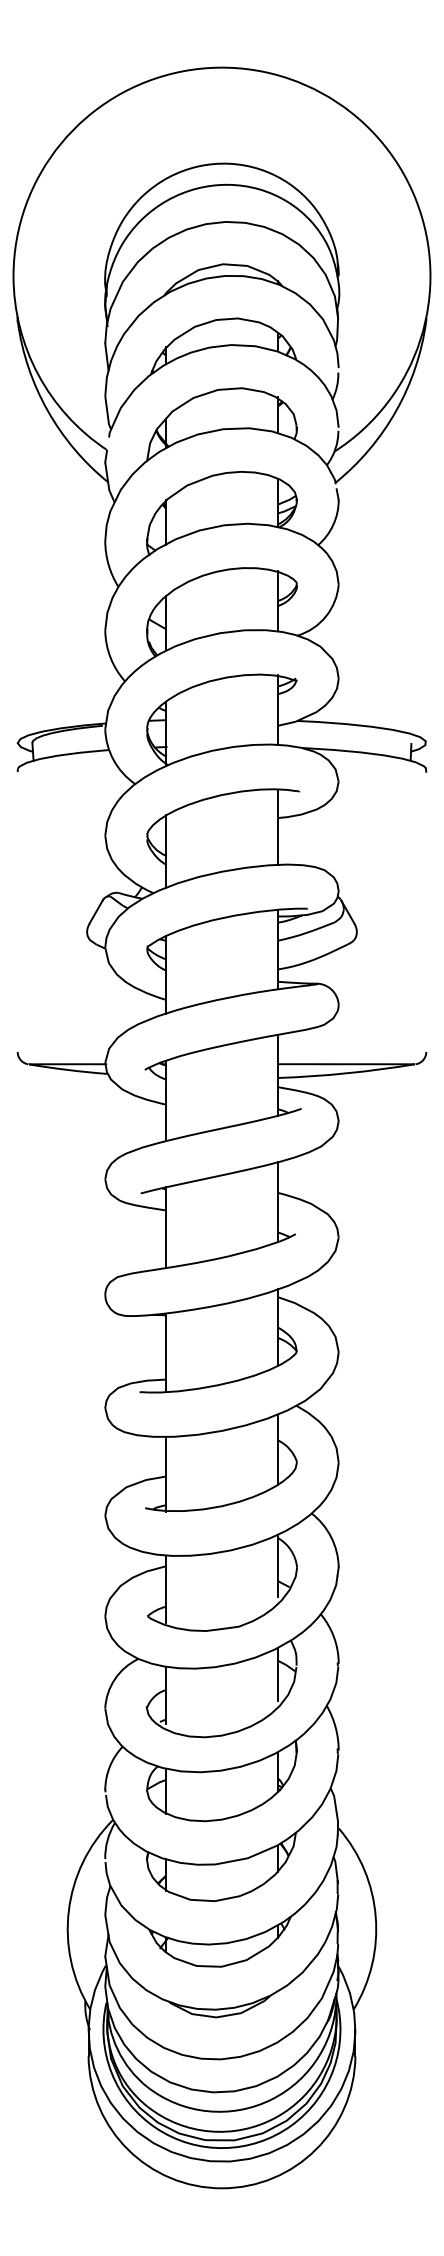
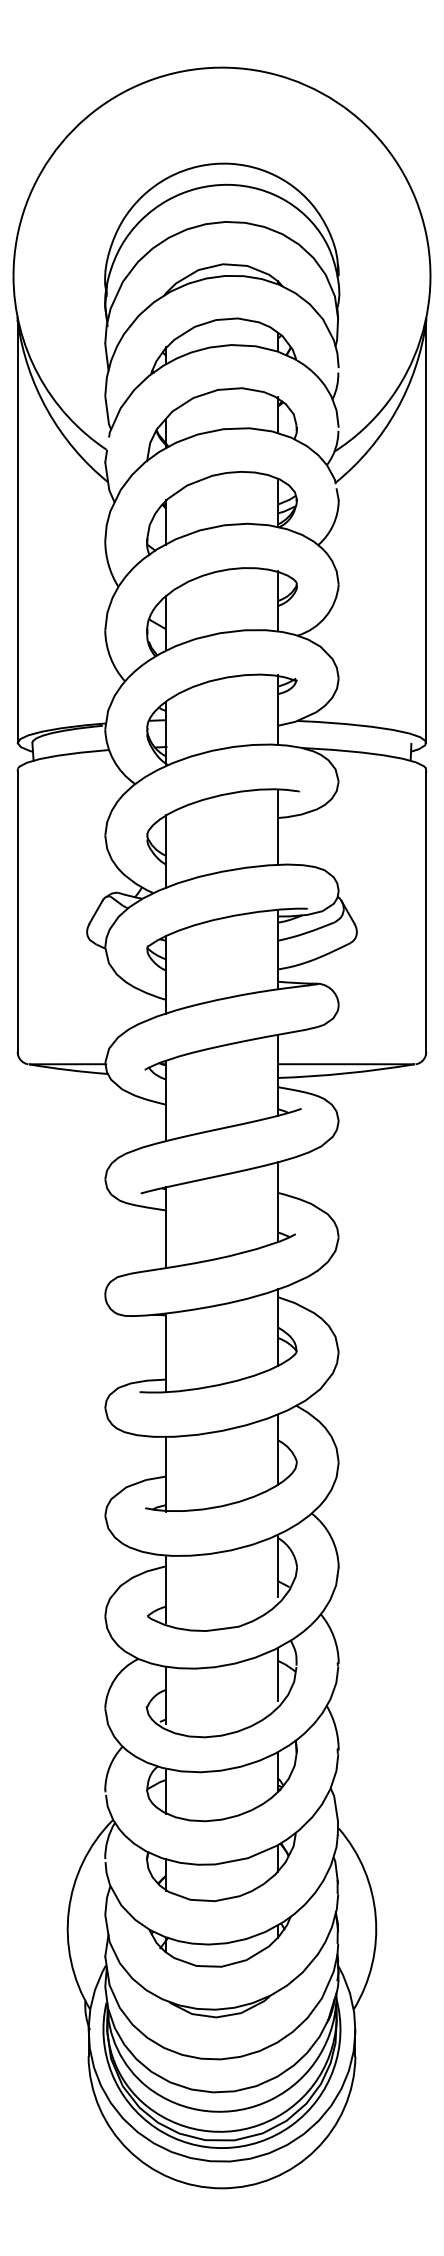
line at (17, 531): none -> present
line at (426, 531): none -> present
line at (17, 912): none -> present
line at (426, 912): none -> present
